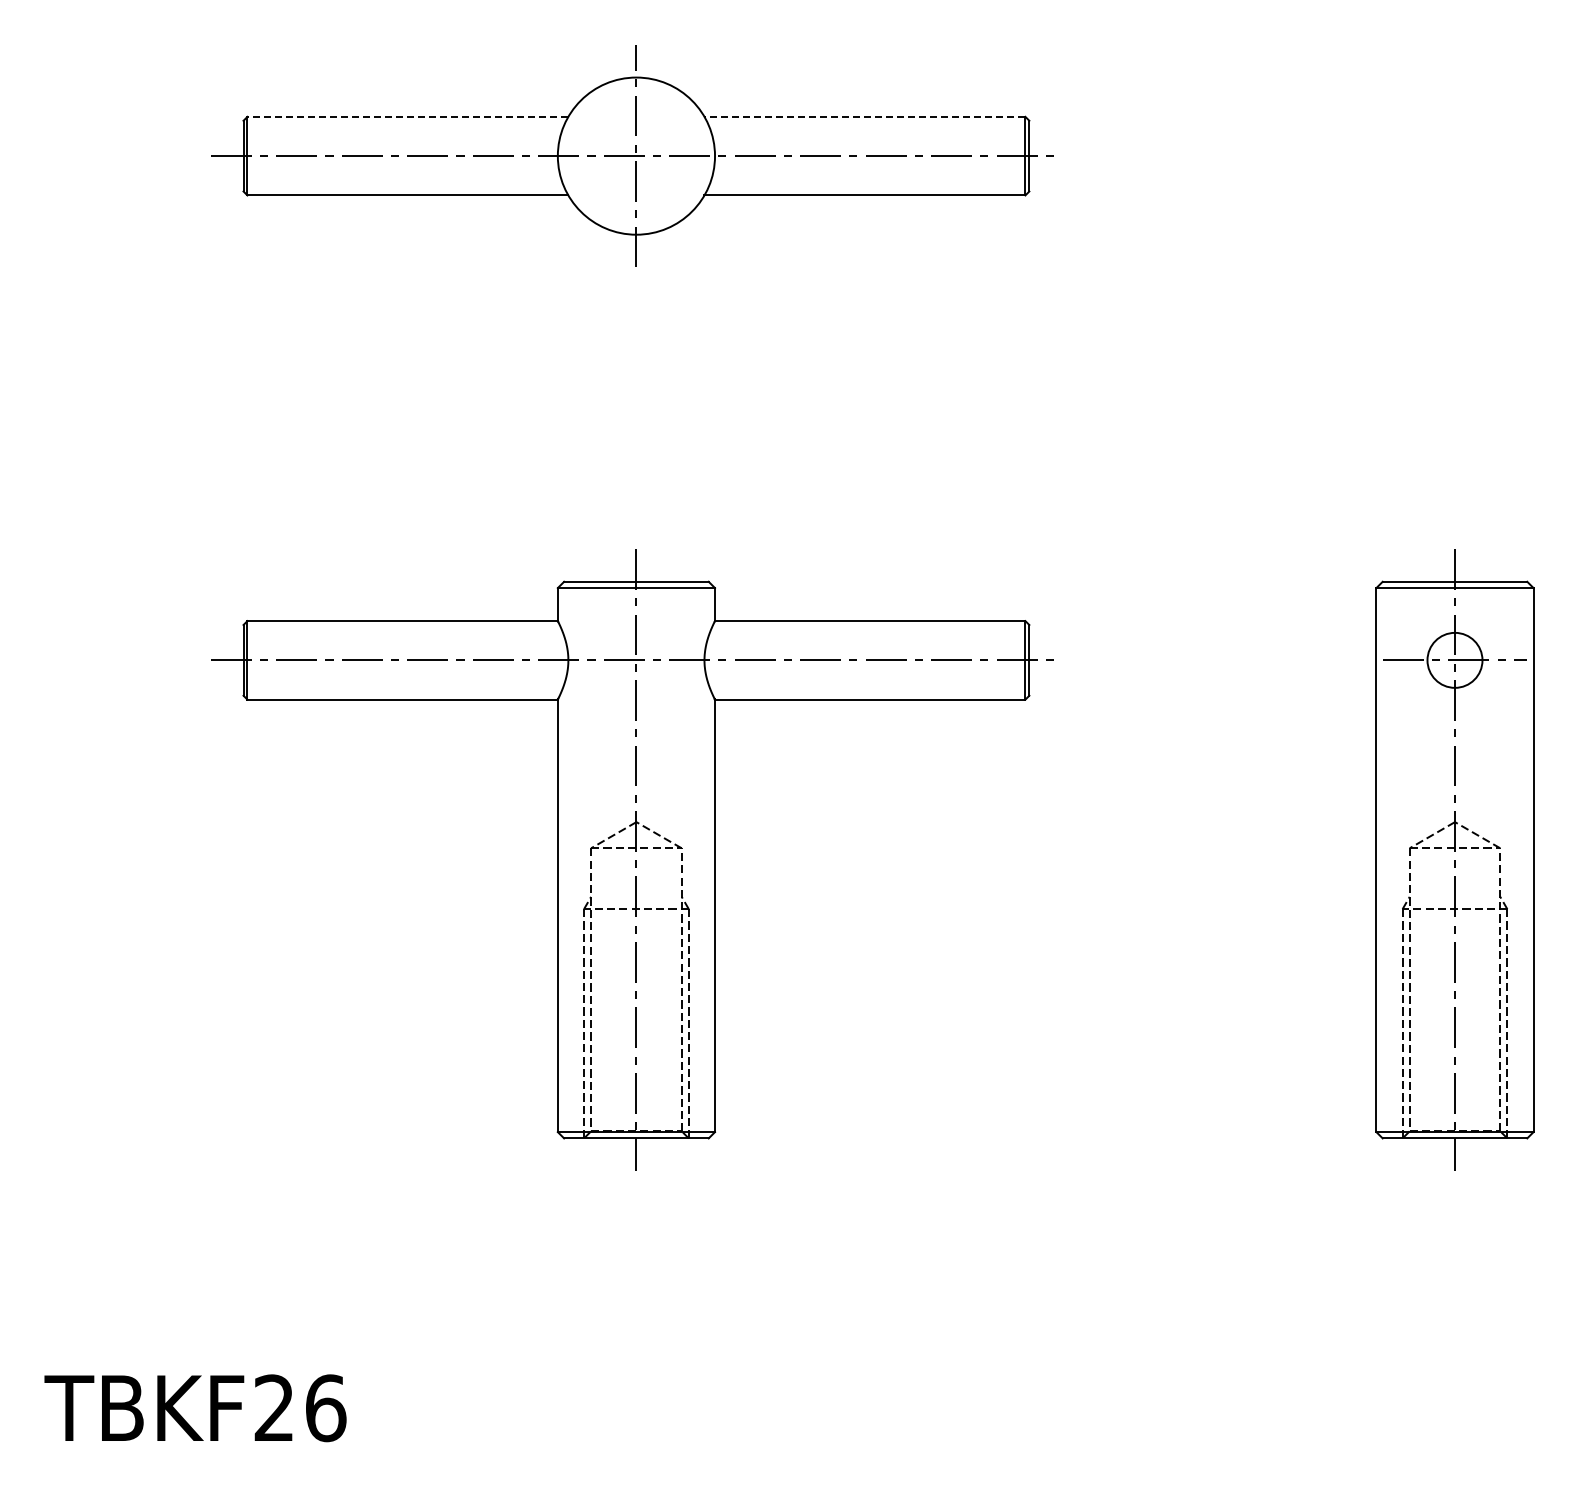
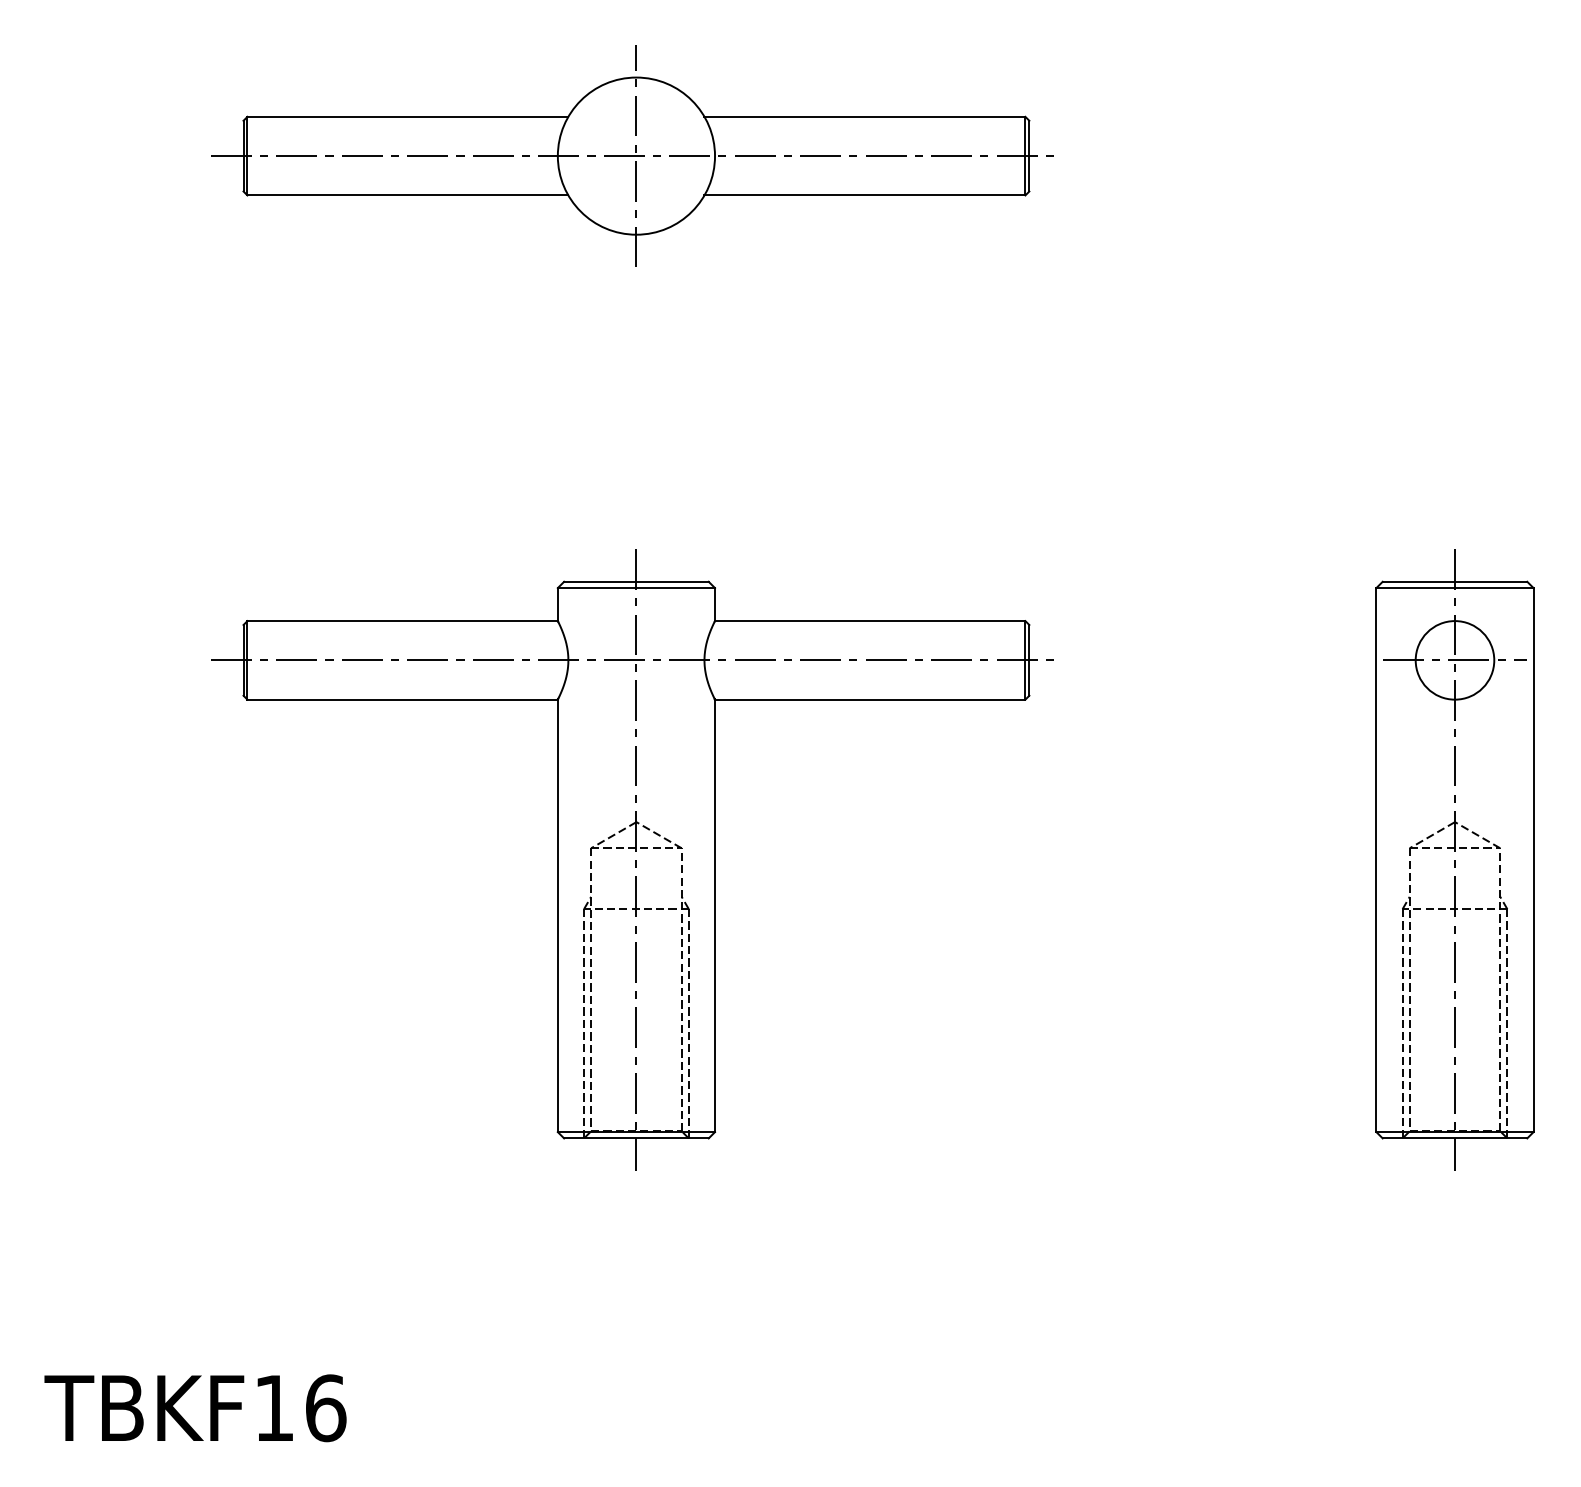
line at (407, 116): dashed -> solid
line at (864, 116): dashed -> solid
circle at (1454, 659) diameter: 55 px -> 79 px
text at (273, 1407): TBKF26 -> TBKF16
